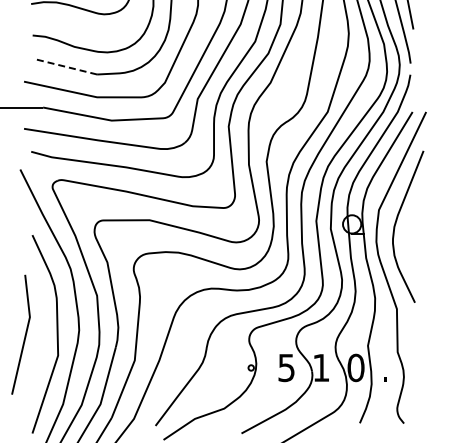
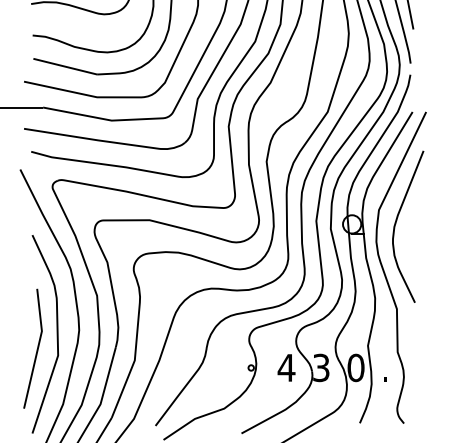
line at (65, 66): dashed -> solid
line at (24, 335) position: (24, 335) -> (36, 349)
text at (321, 367): 1 -> 3
text at (286, 368): 5 -> 4
